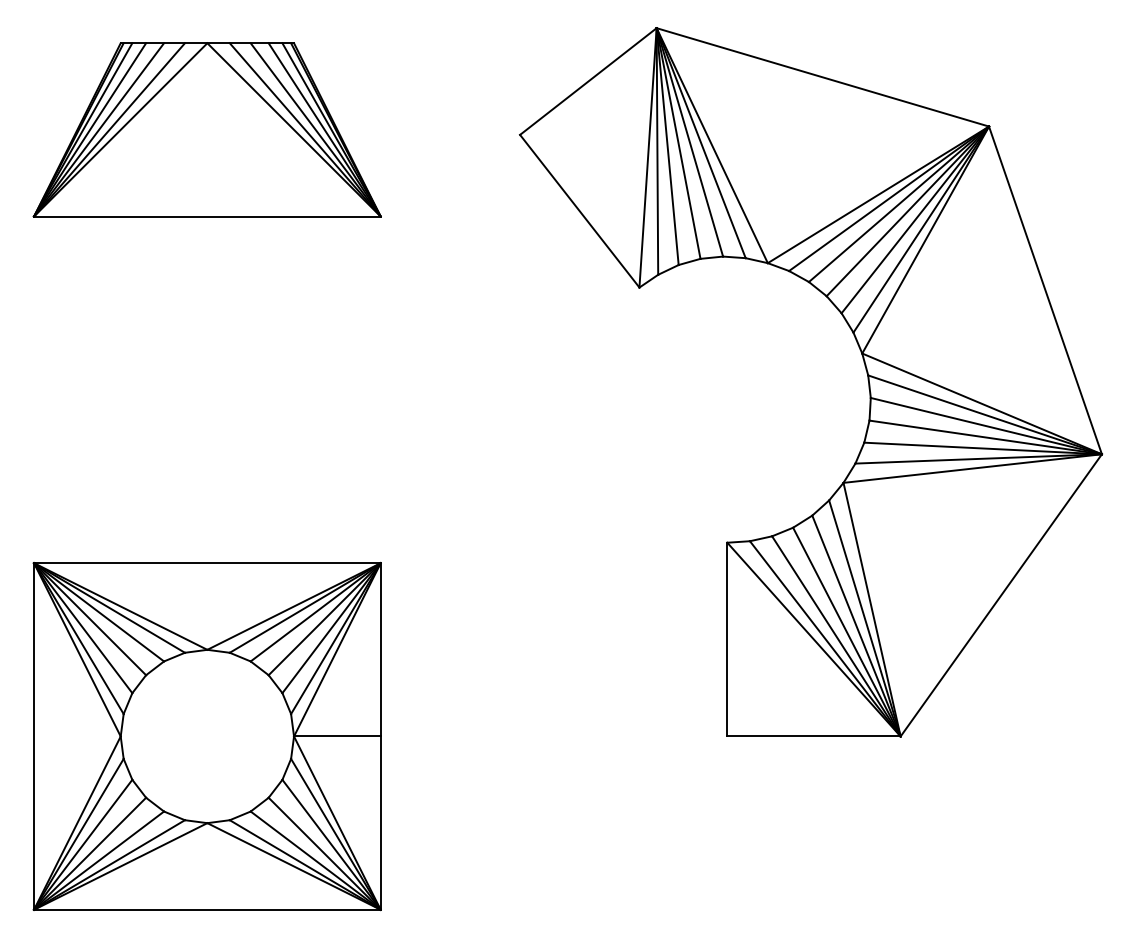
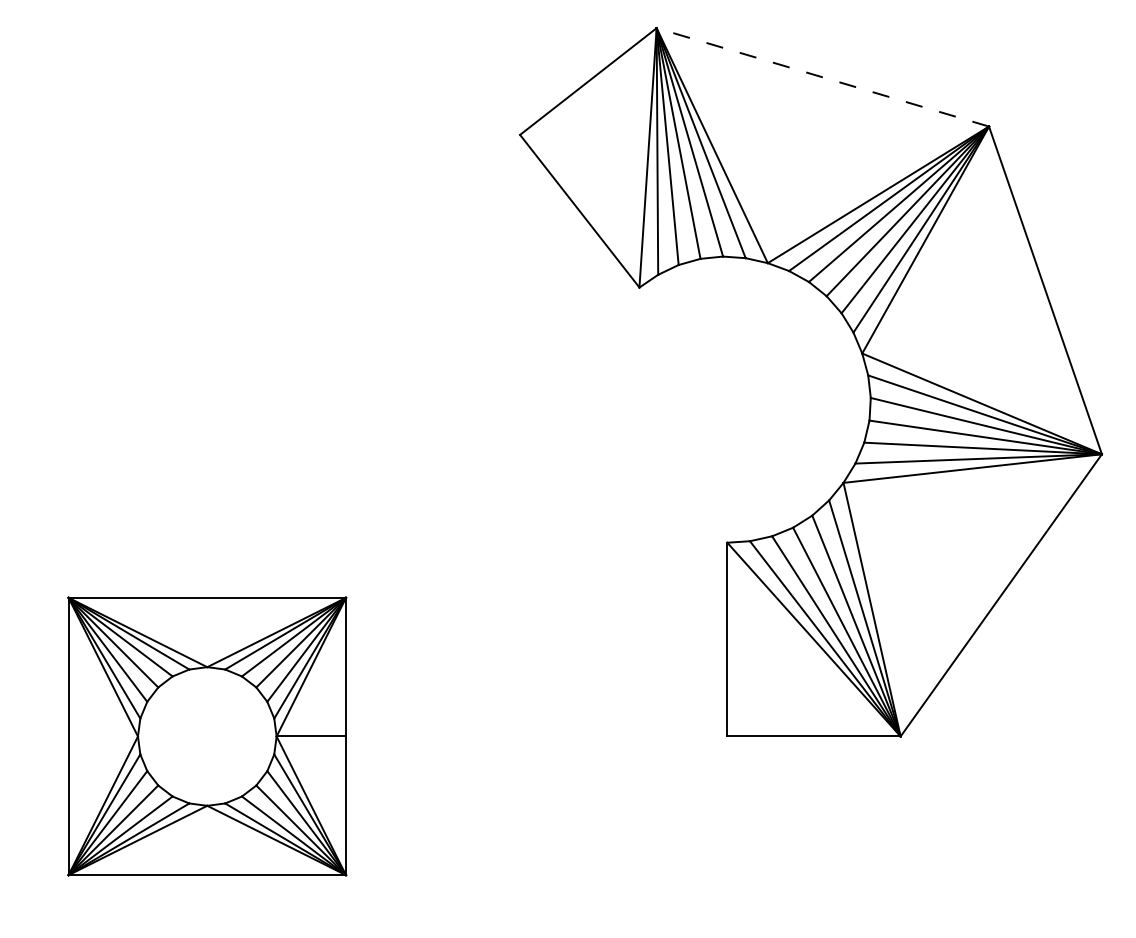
line at (822, 77): solid -> dashed
part at (206, 129): present -> none
part at (206, 736) size: 350x351 px -> 281x281 px
